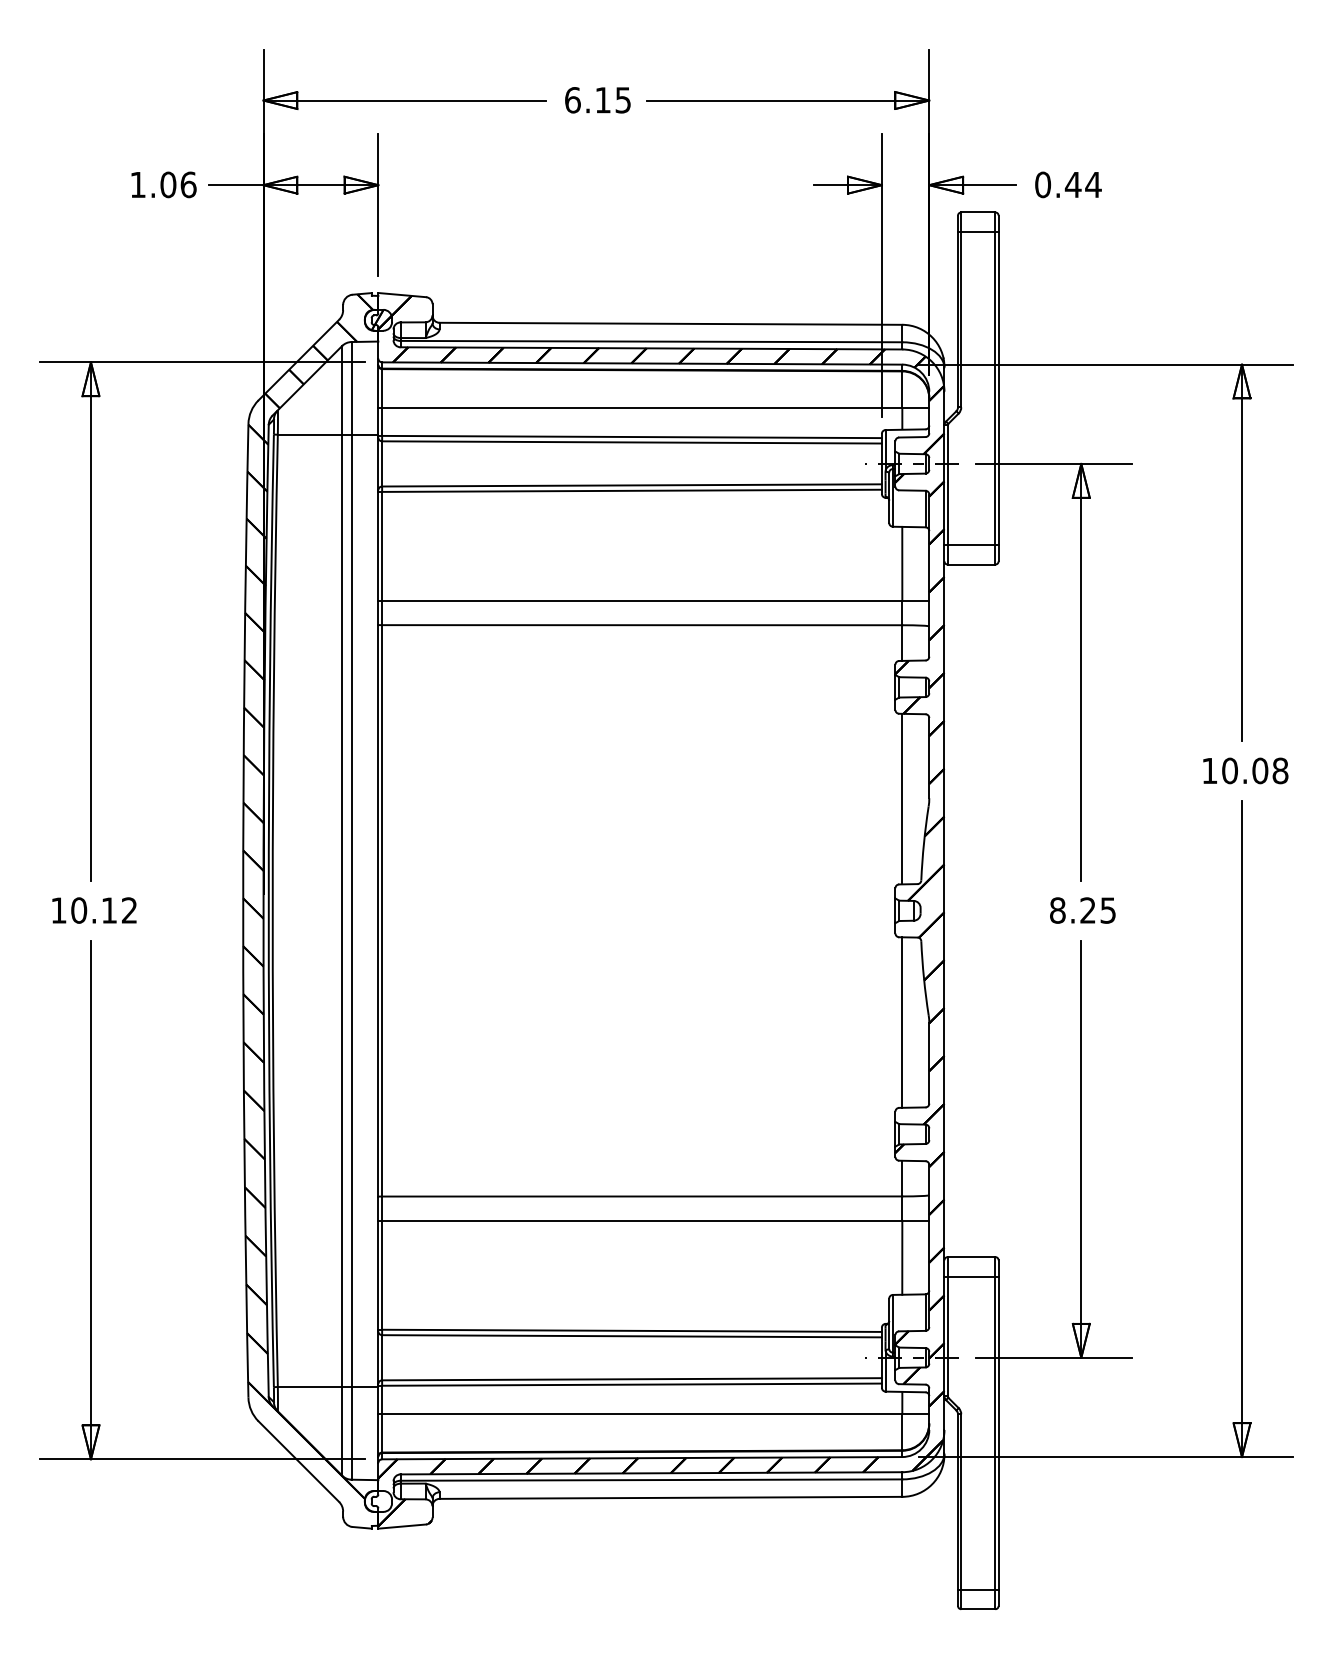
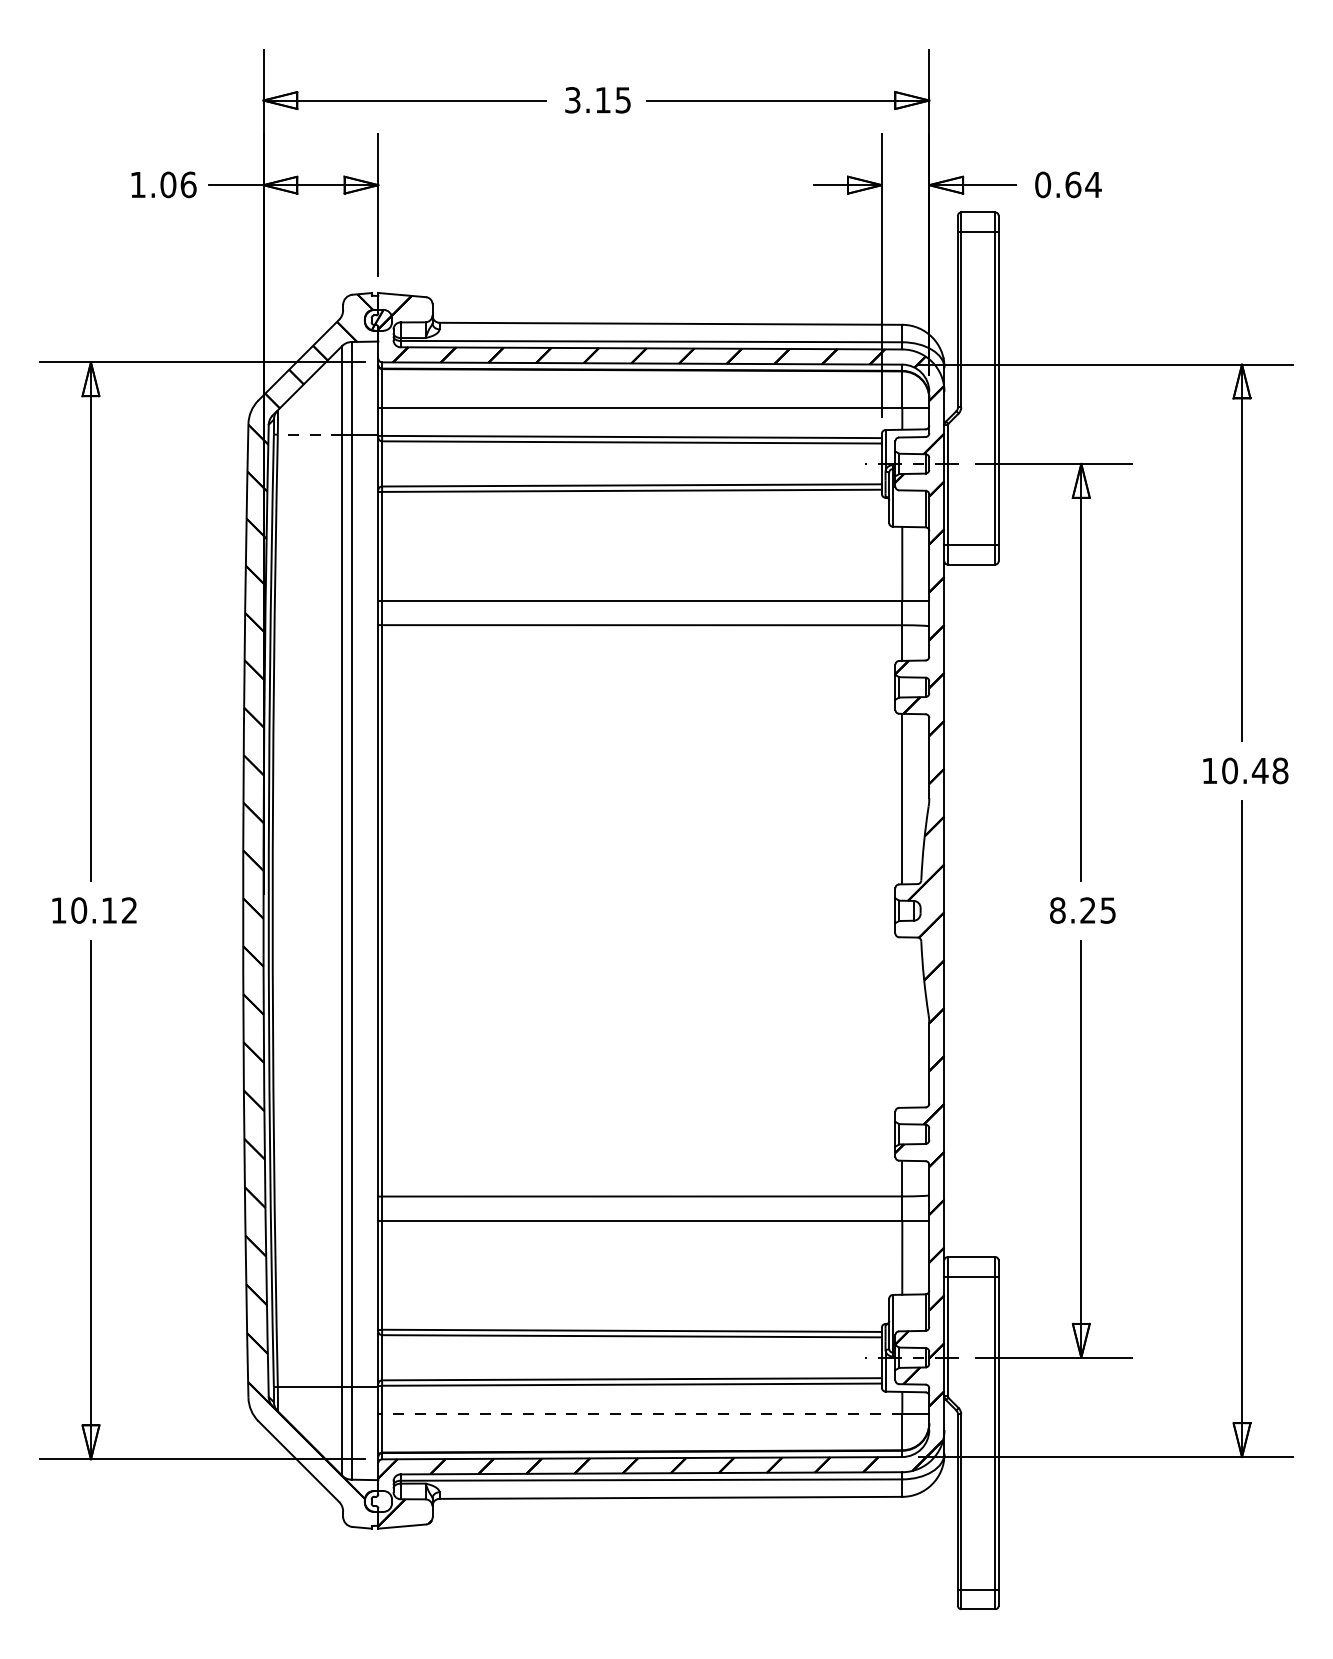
text at (572, 100): 6.15 -> 3.15
text at (1072, 184): 0.44 -> 0.64
line at (309, 434): solid -> dashed
text at (1259, 770): 10.08 -> 10.48
line at (902, 1022): present -> none
line at (641, 1413): solid -> dashed
